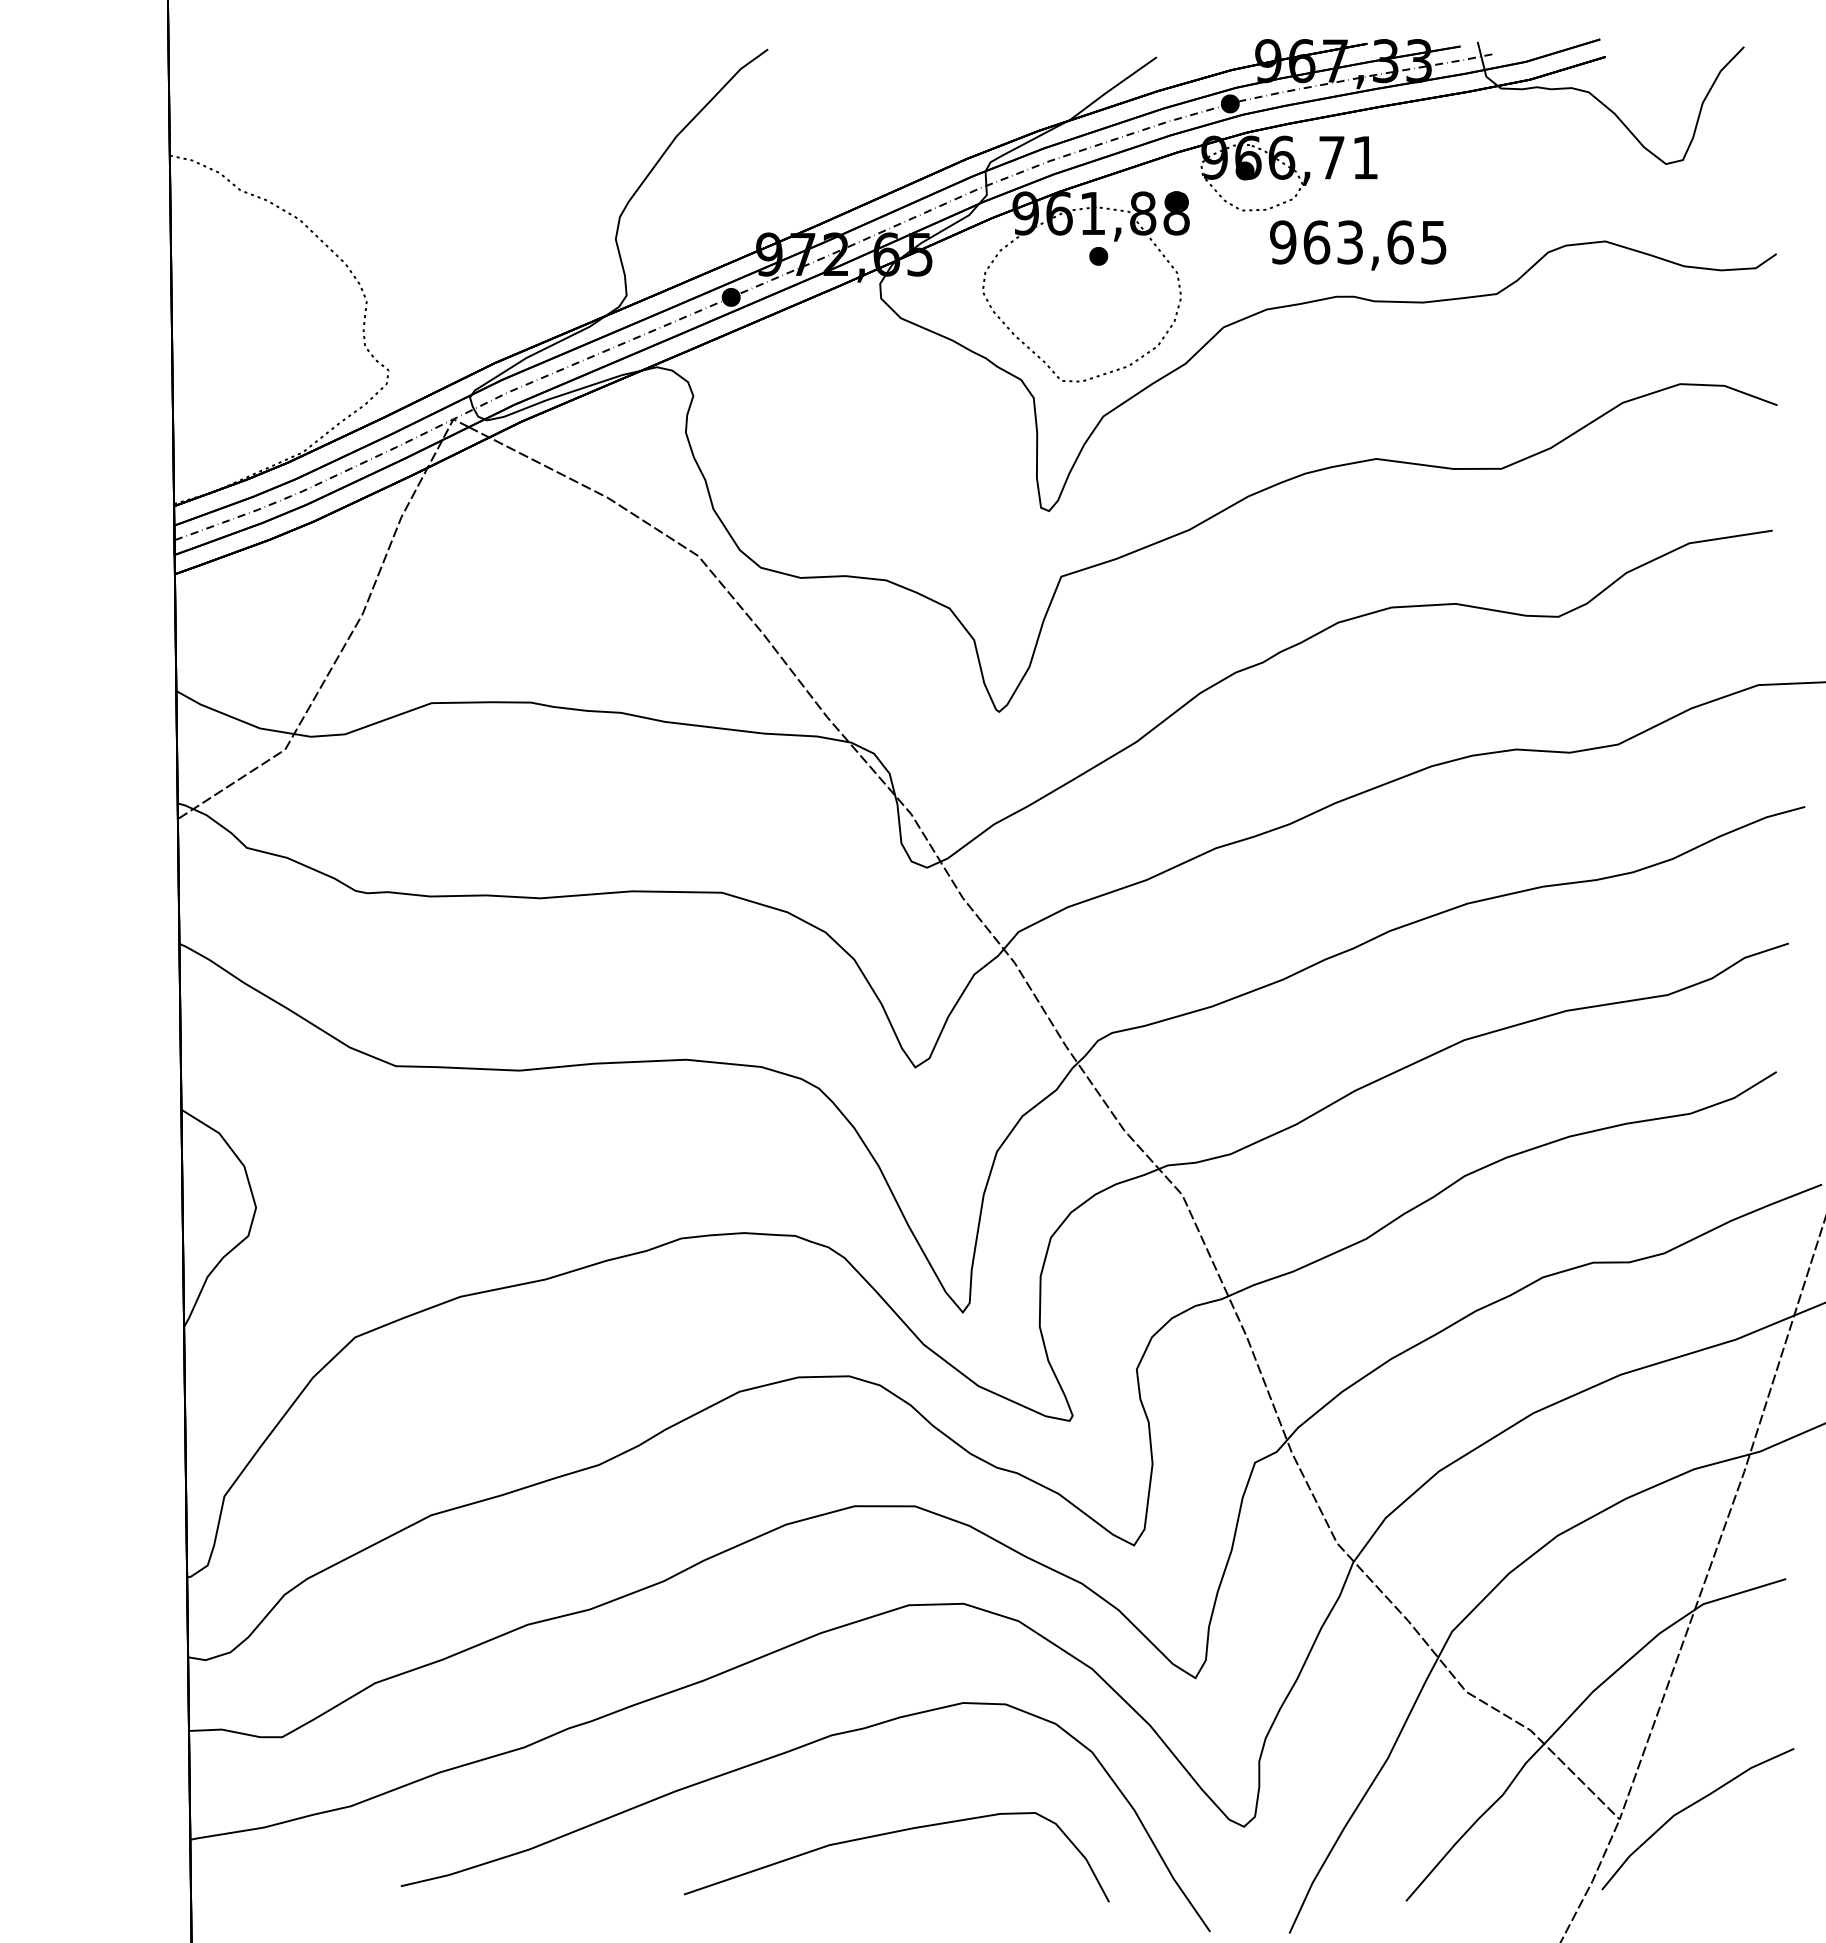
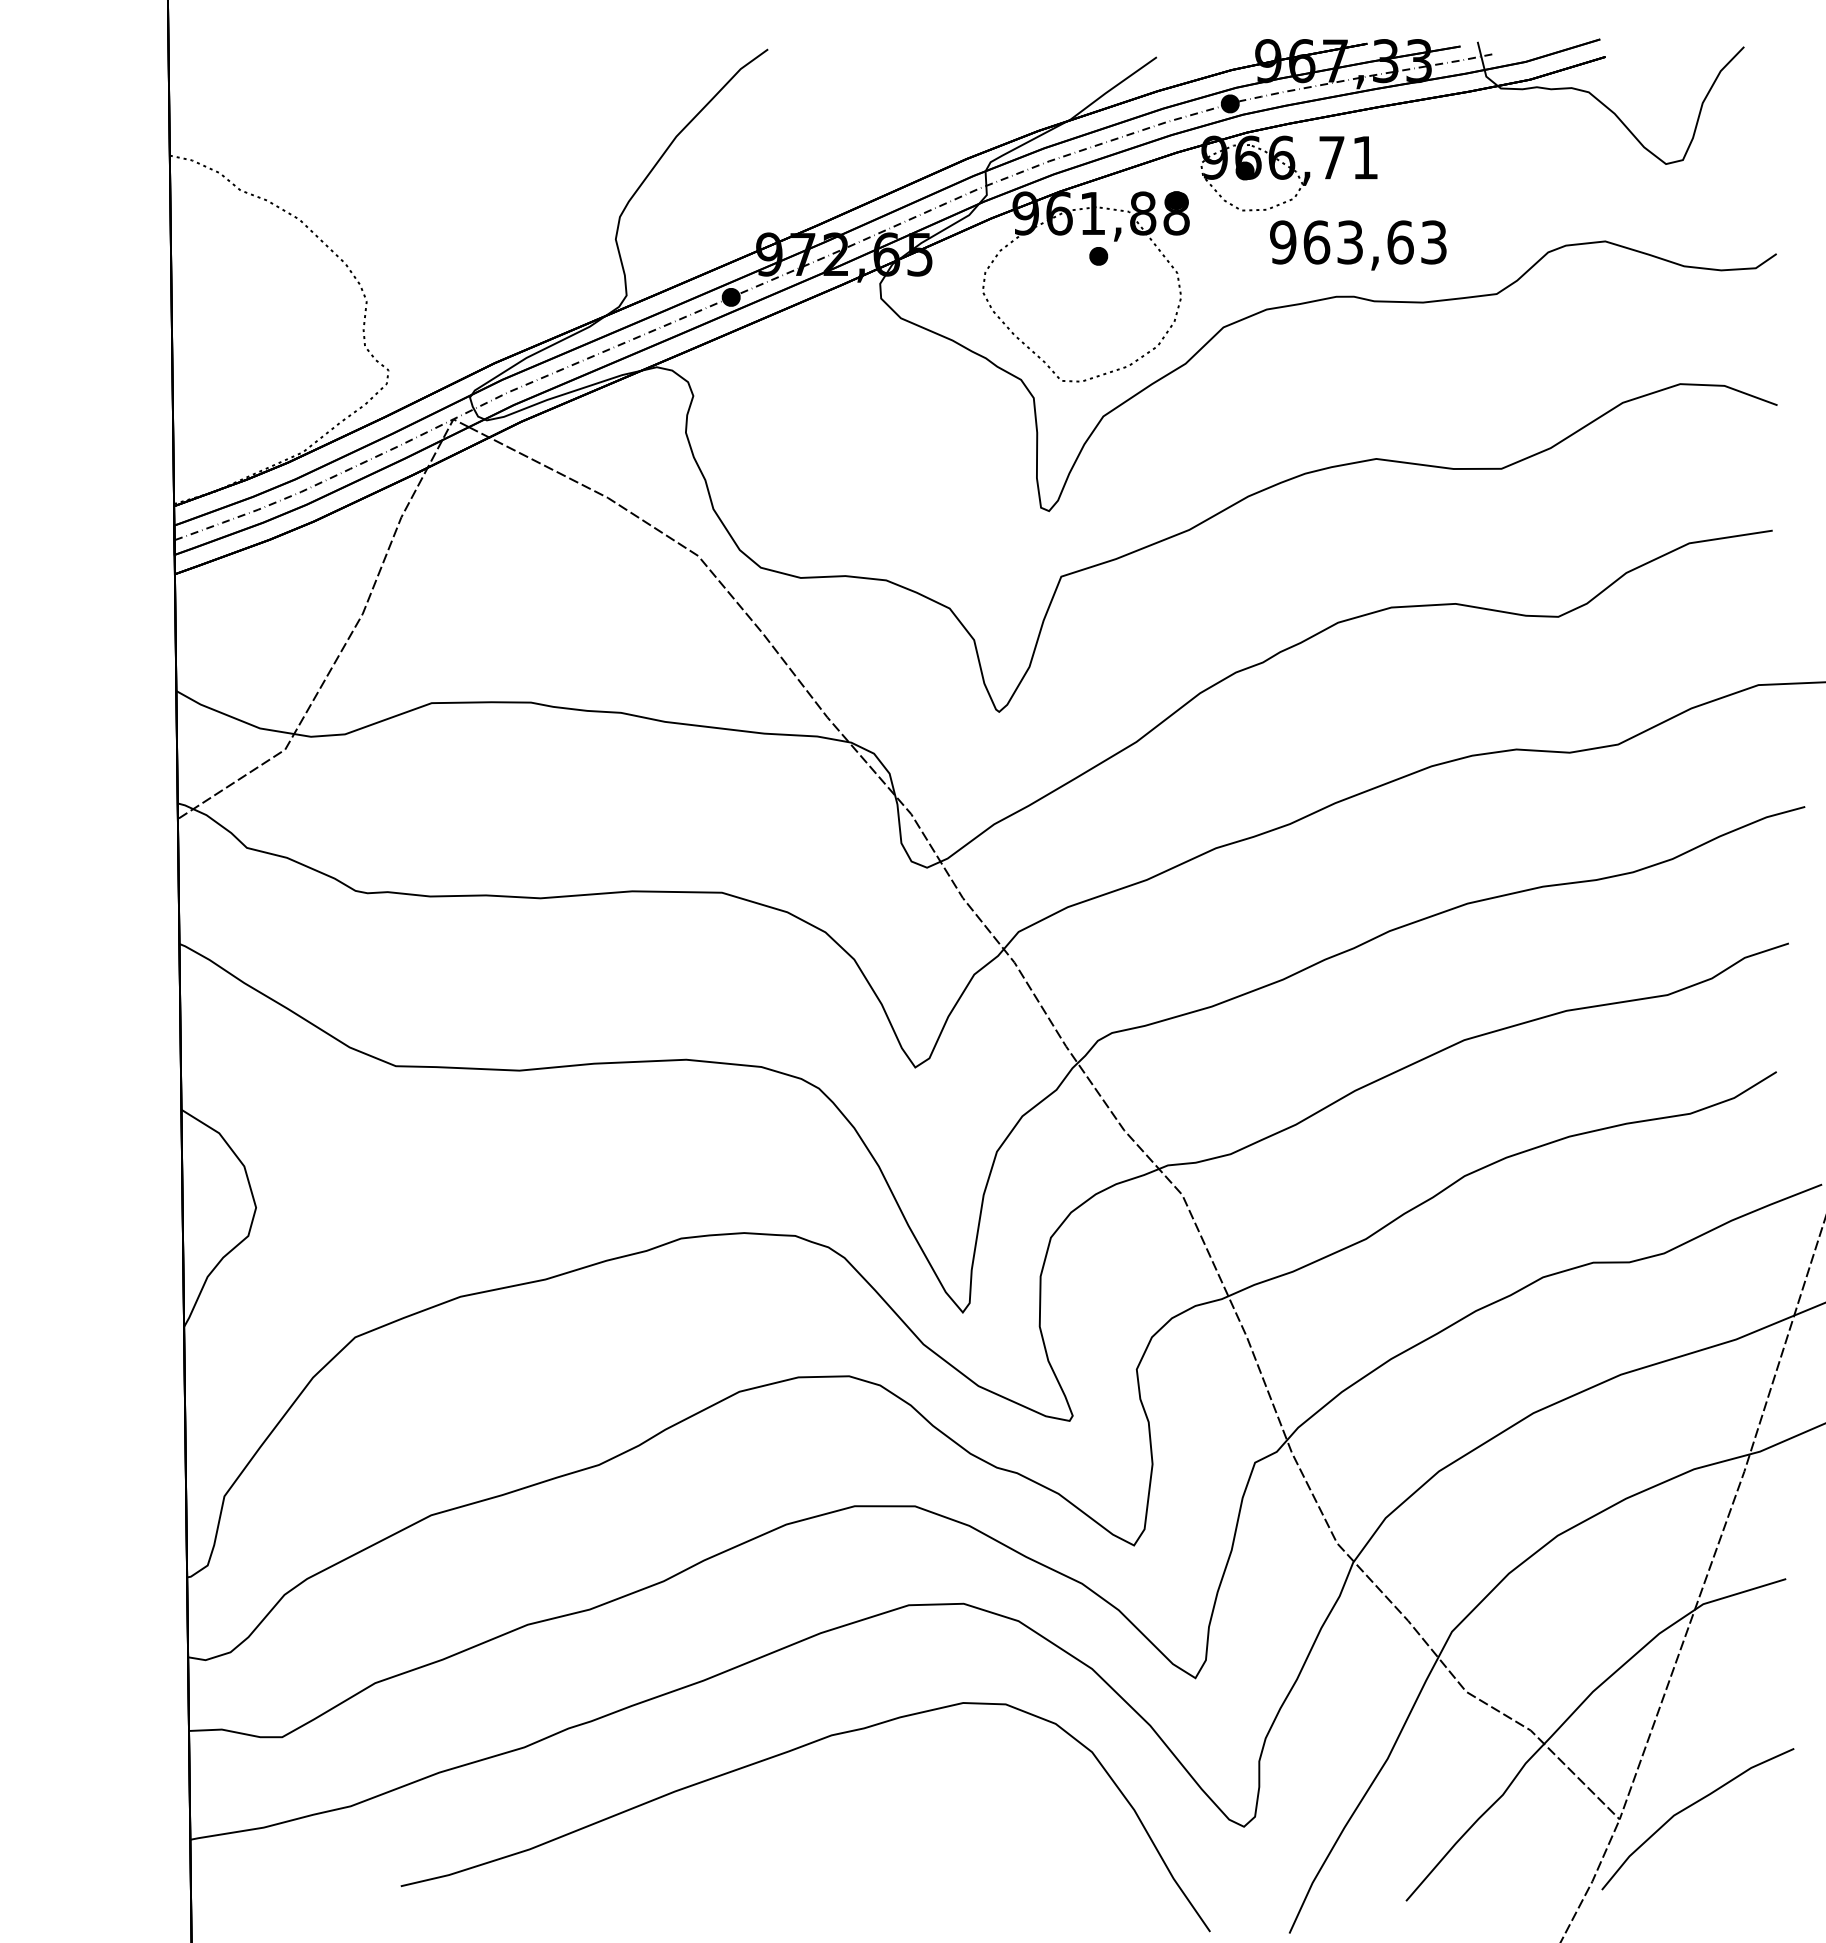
text at (1433, 241): 963,65 -> 963,63
curve at (893, 1833): present -> none
